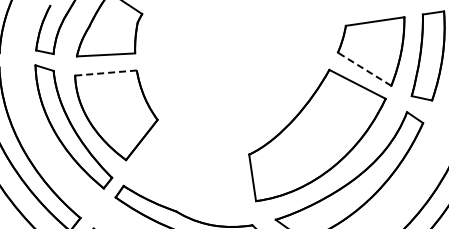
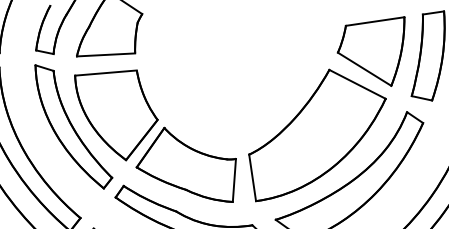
line at (364, 69): dashed -> solid
line at (106, 73): dashed -> solid
part at (185, 164): none -> present
